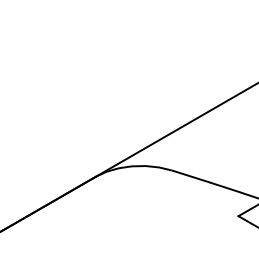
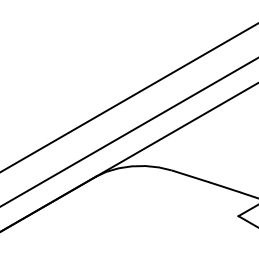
line at (128, 97): none -> present
line at (128, 132): none -> present
